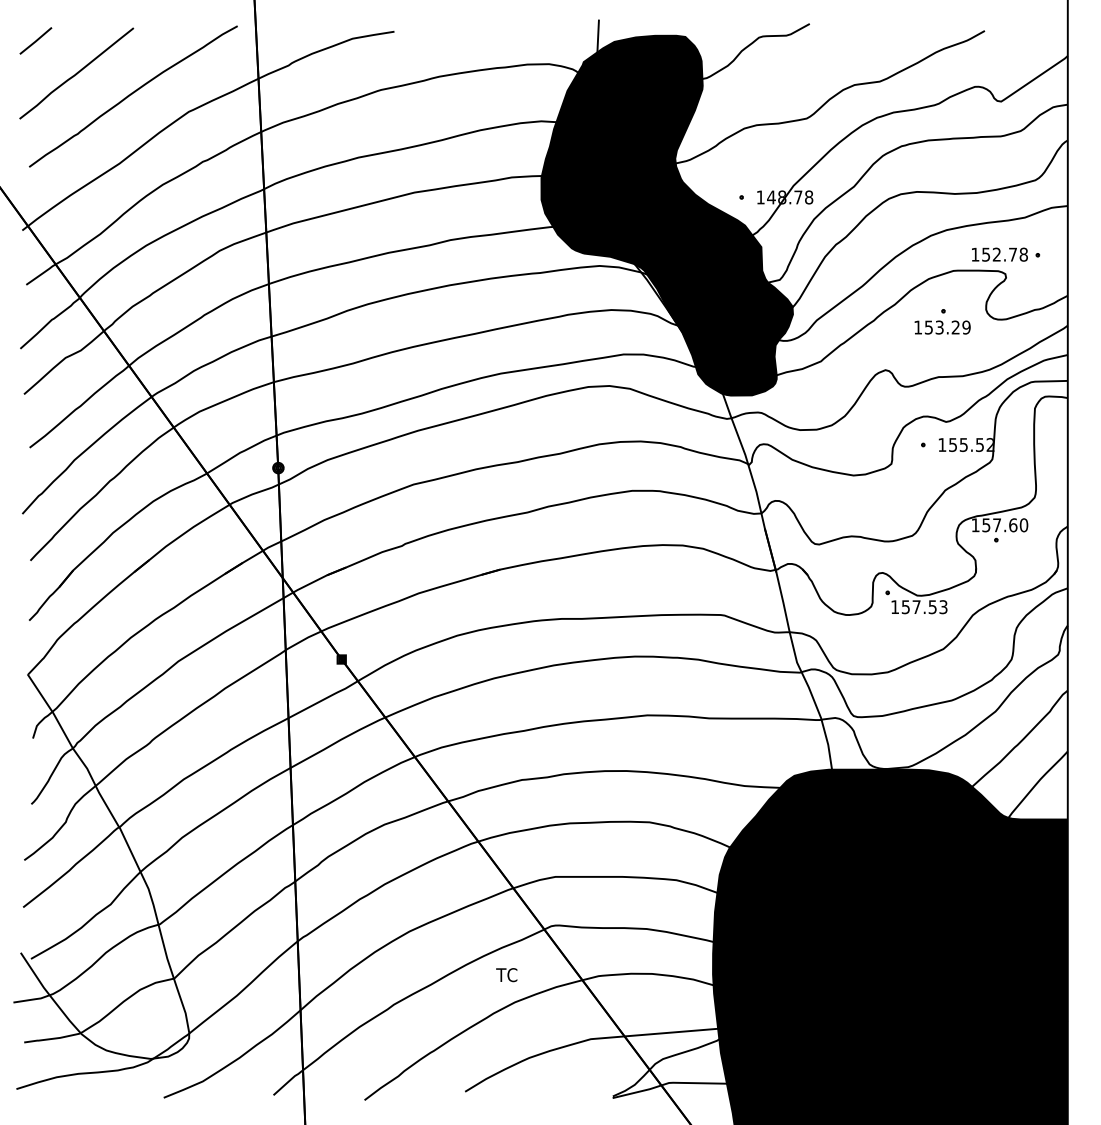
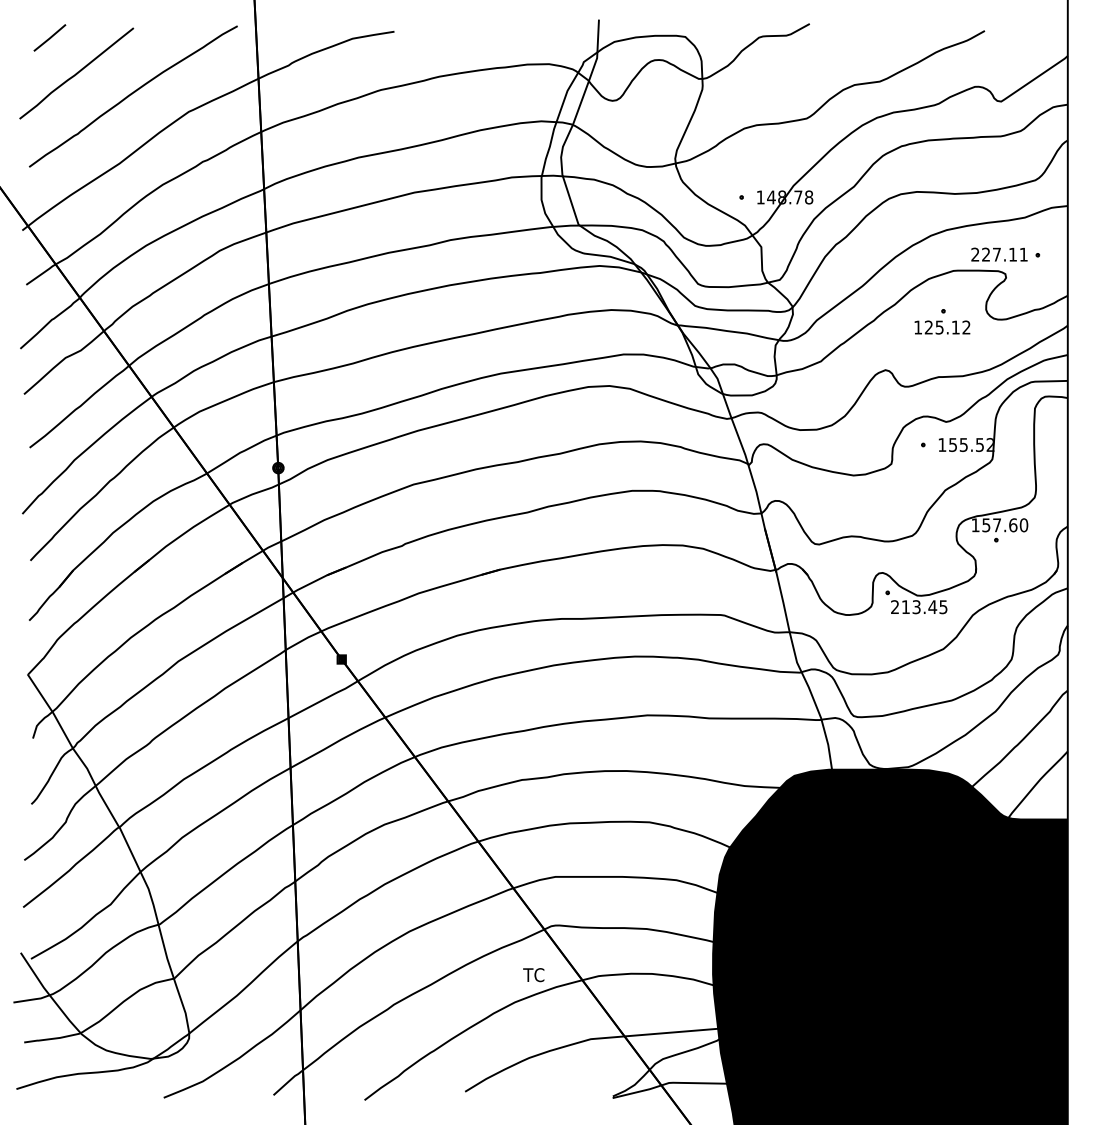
line at (35, 40) position: (35, 40) -> (49, 37)
fill at (666, 215): present -> none
text at (999, 254): 152.78 -> 227.11
text at (947, 327): 153.29 -> 125.12
text at (919, 607): 157.53 -> 213.45
text at (506, 975) position: (506, 975) -> (533, 975)
